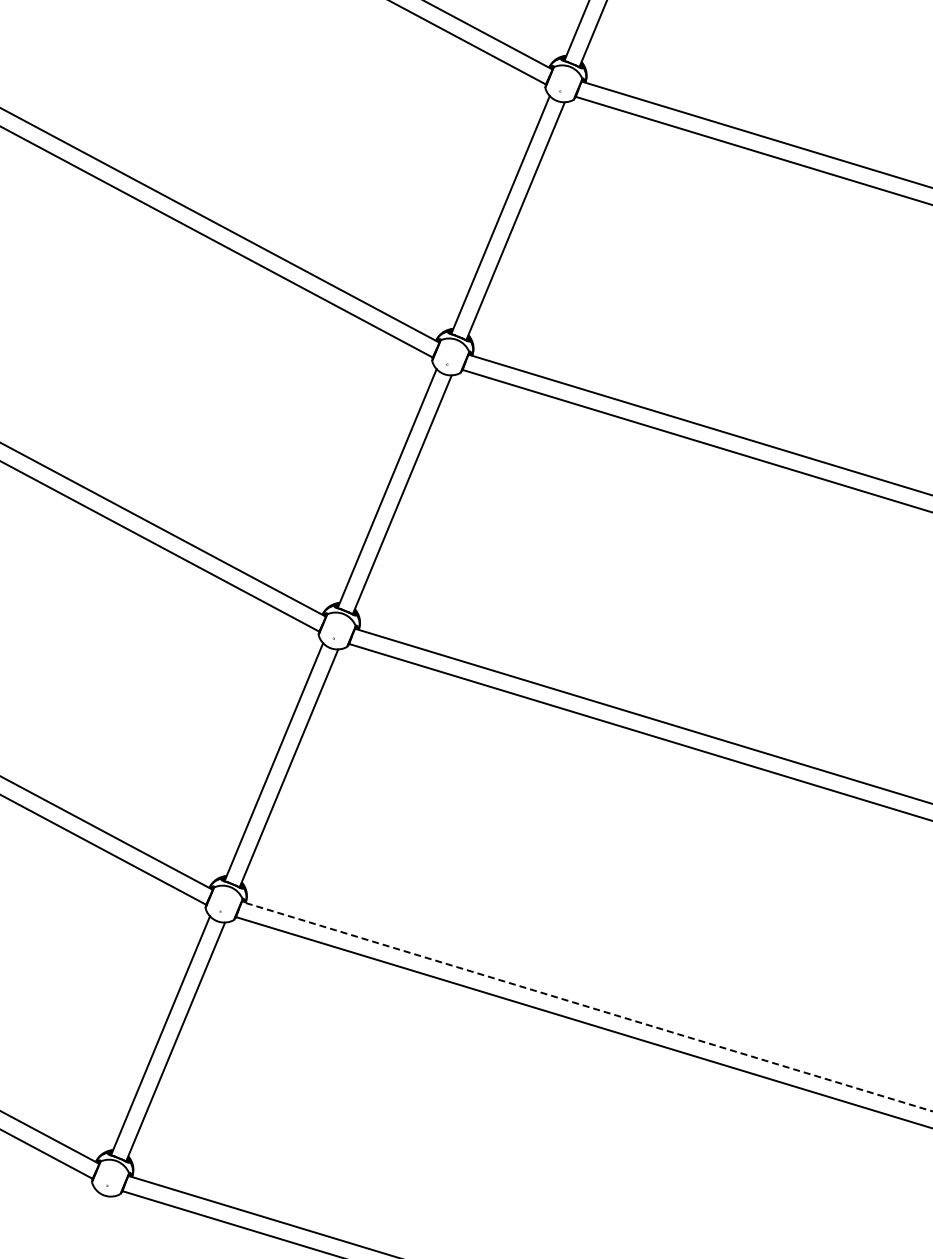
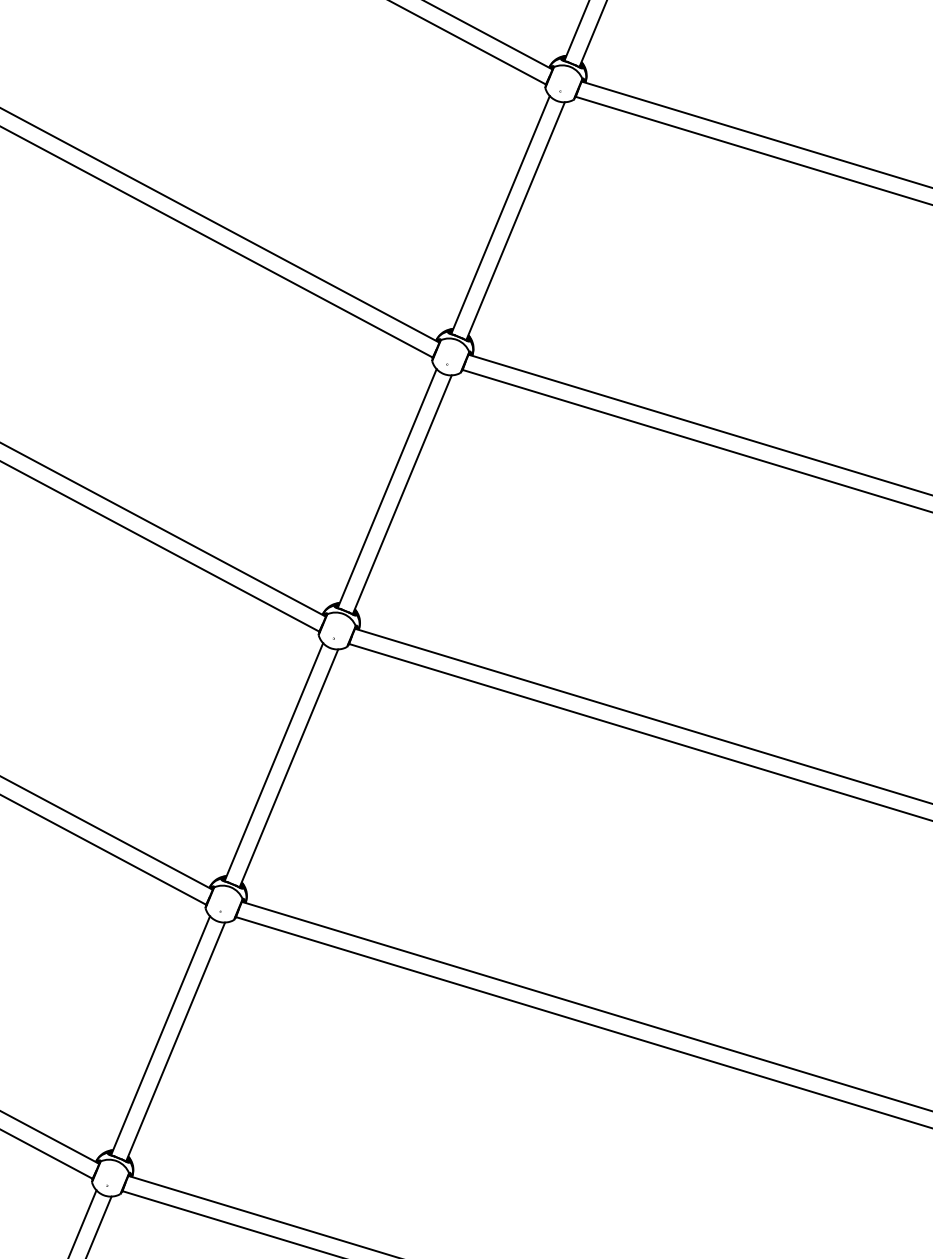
line at (586, 1006): dashed -> solid
line at (82, 1222): none -> present
line at (99, 1225): none -> present
